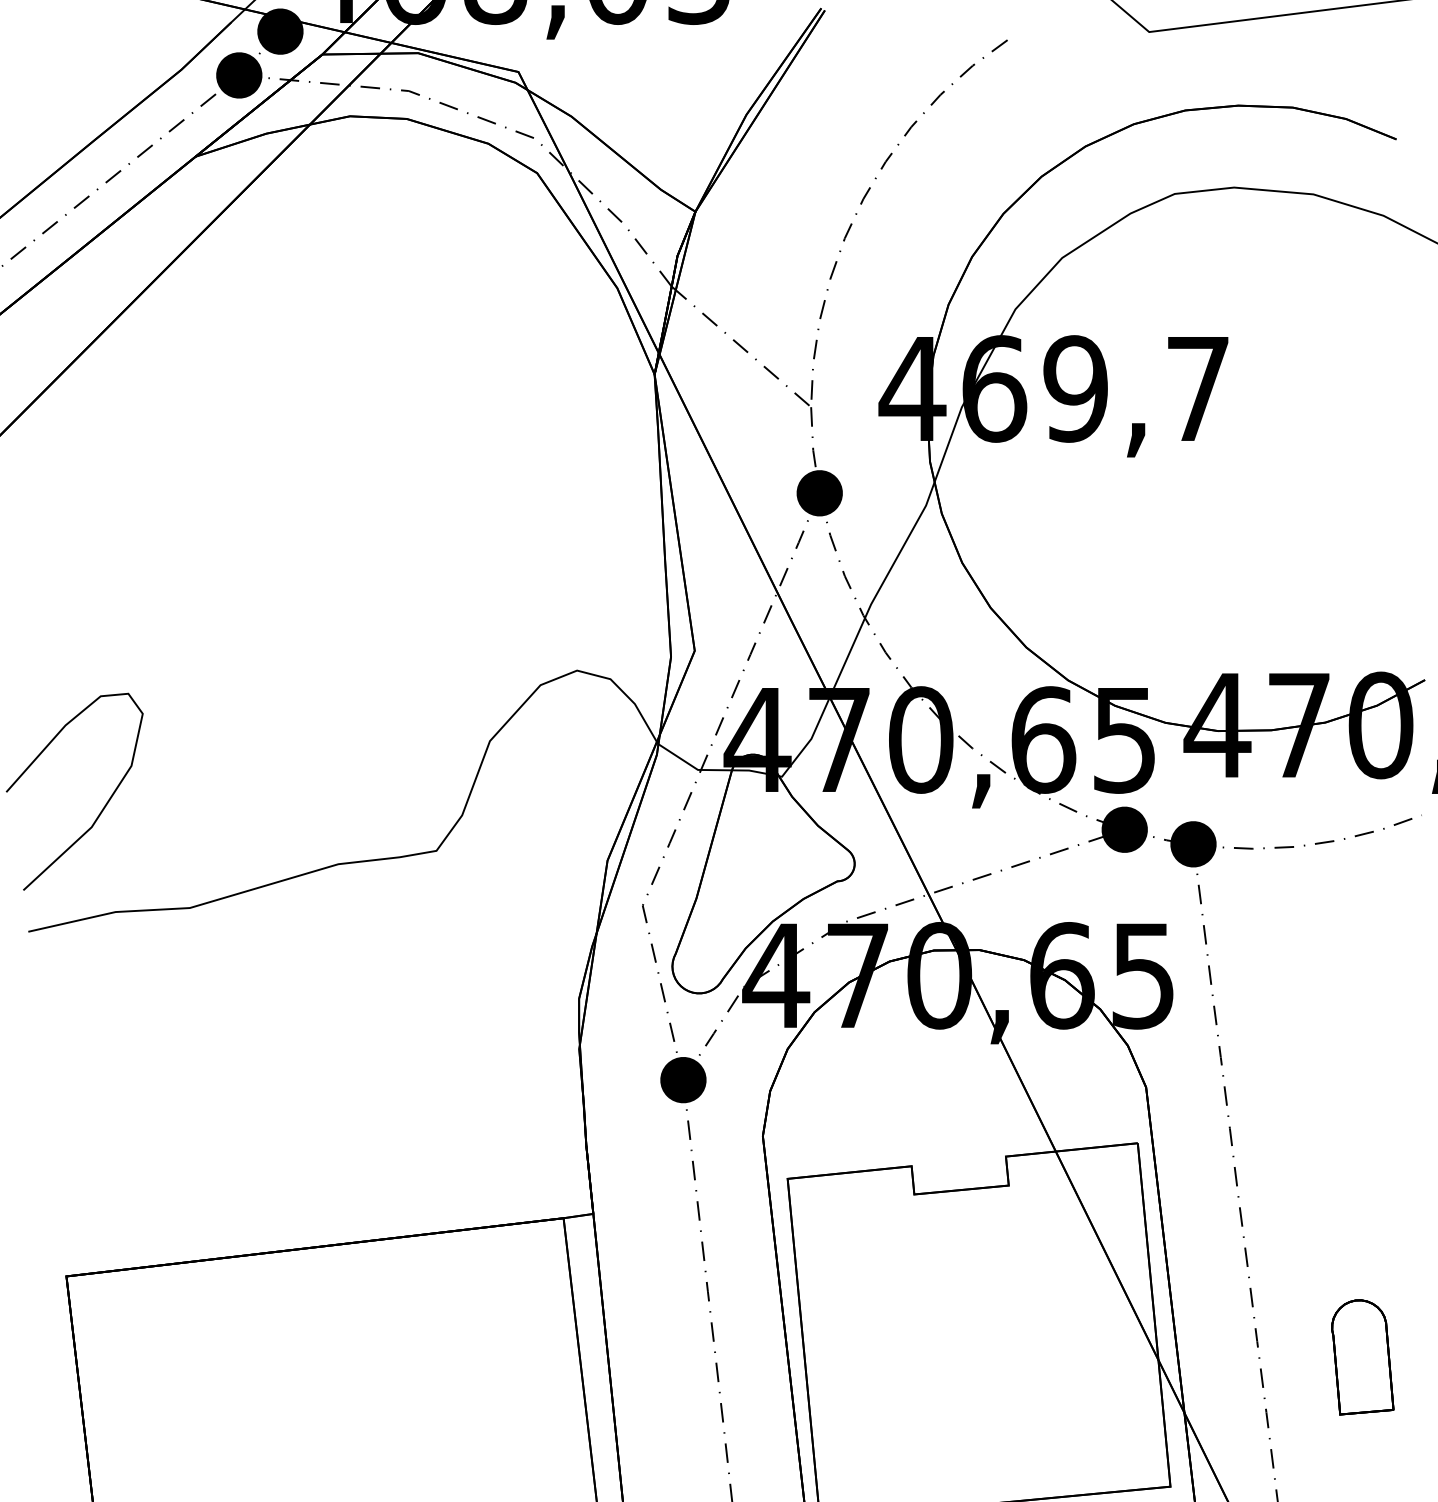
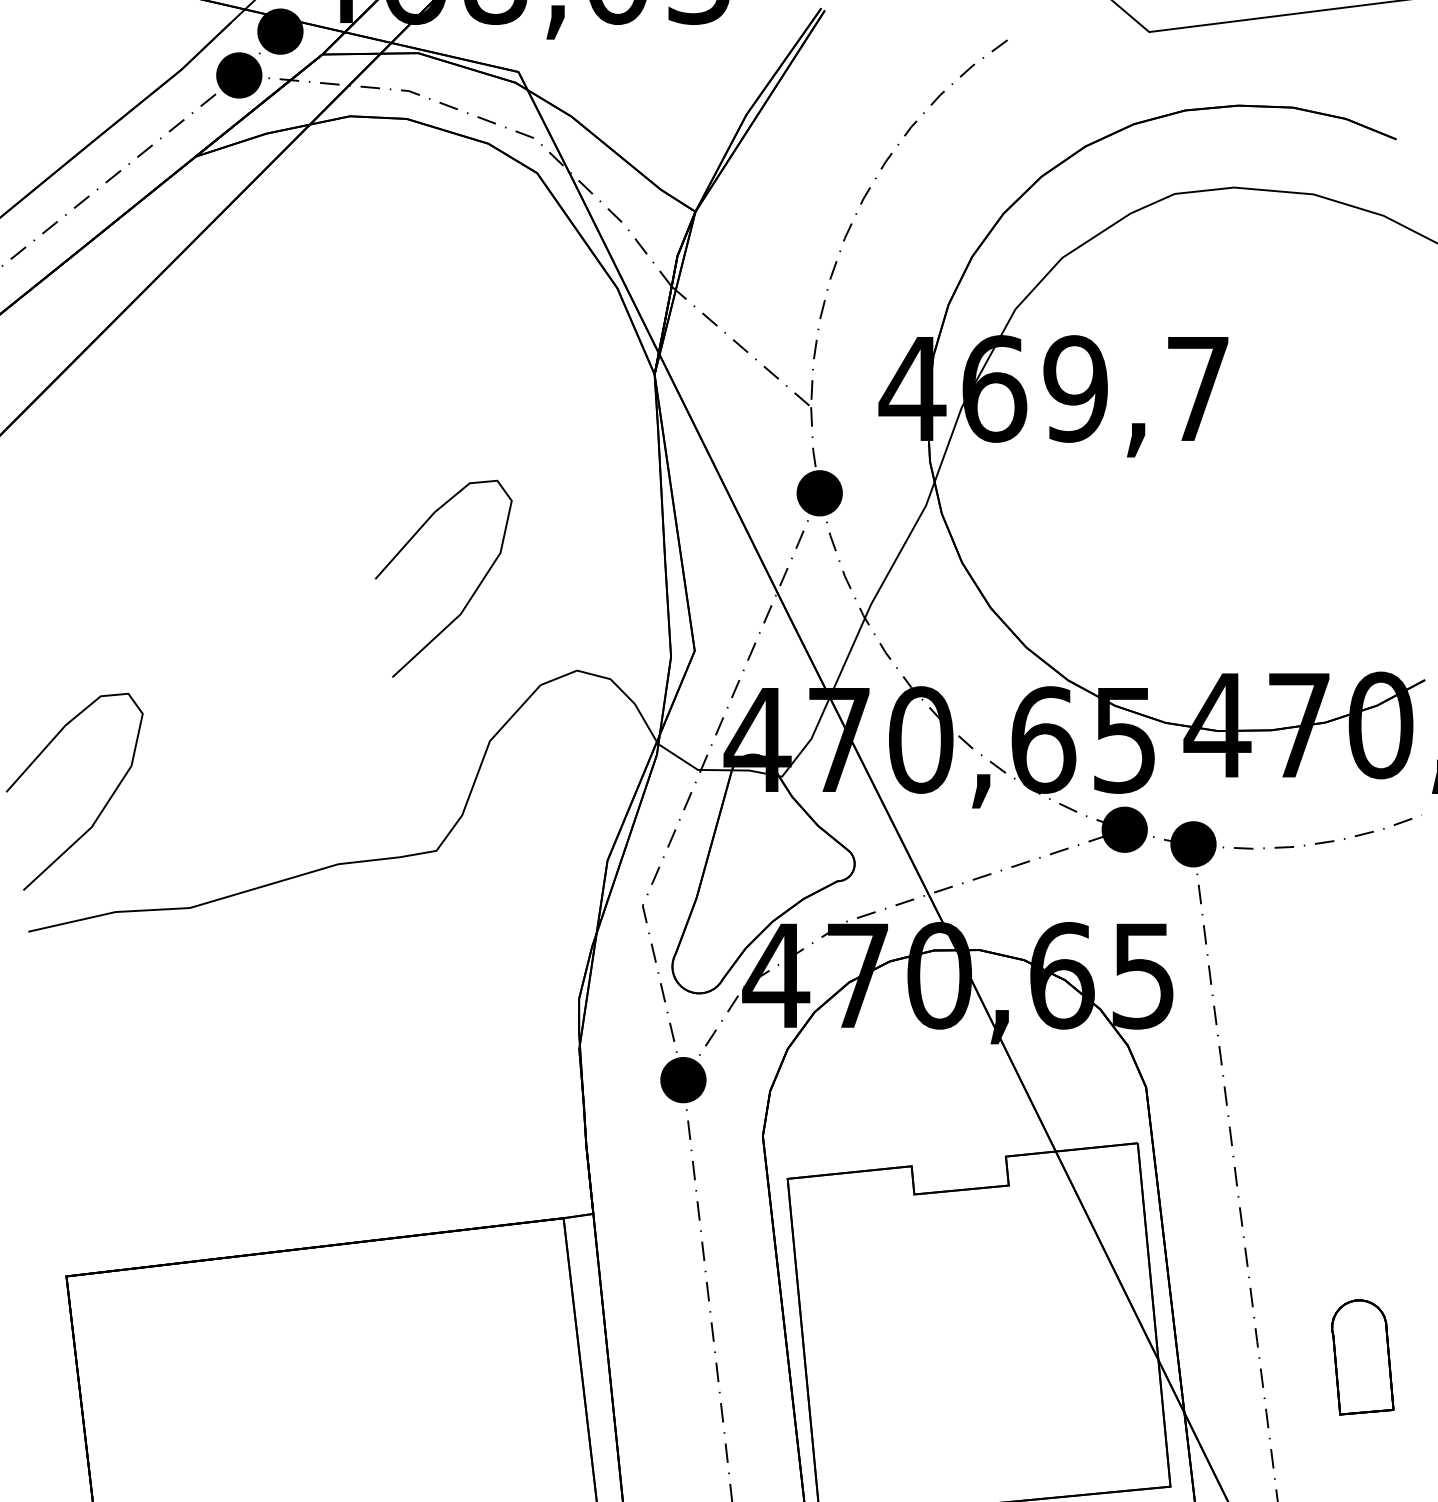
curve at (471, 595): none -> present
